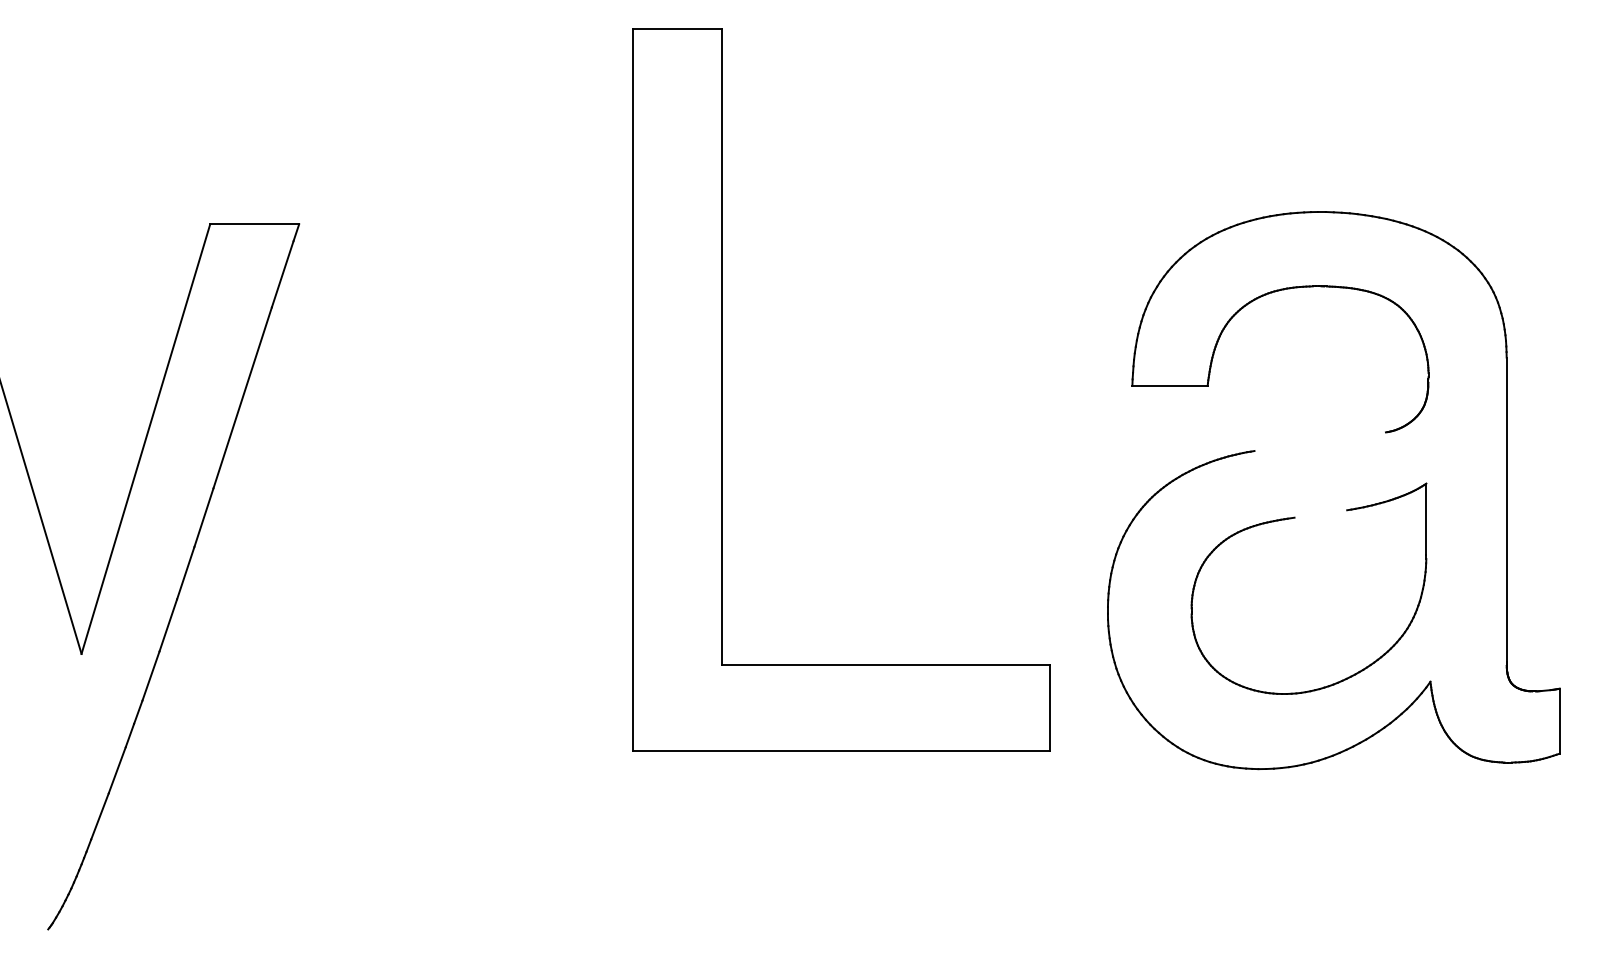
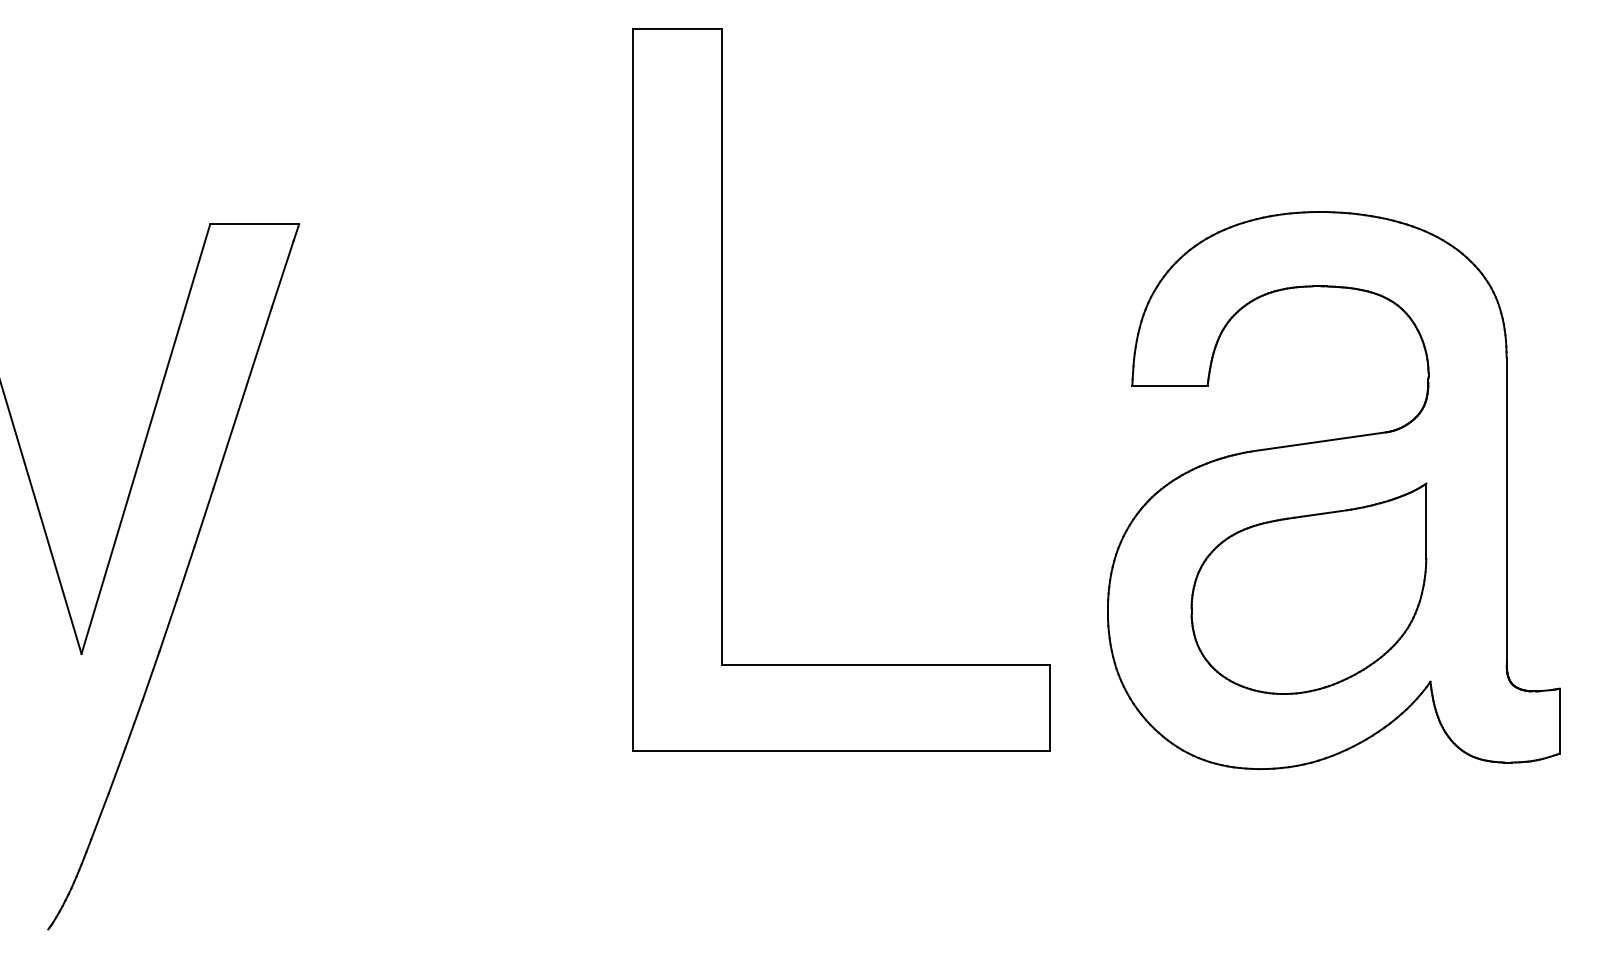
line at (1319, 441): none -> present
line at (1320, 513): none -> present
